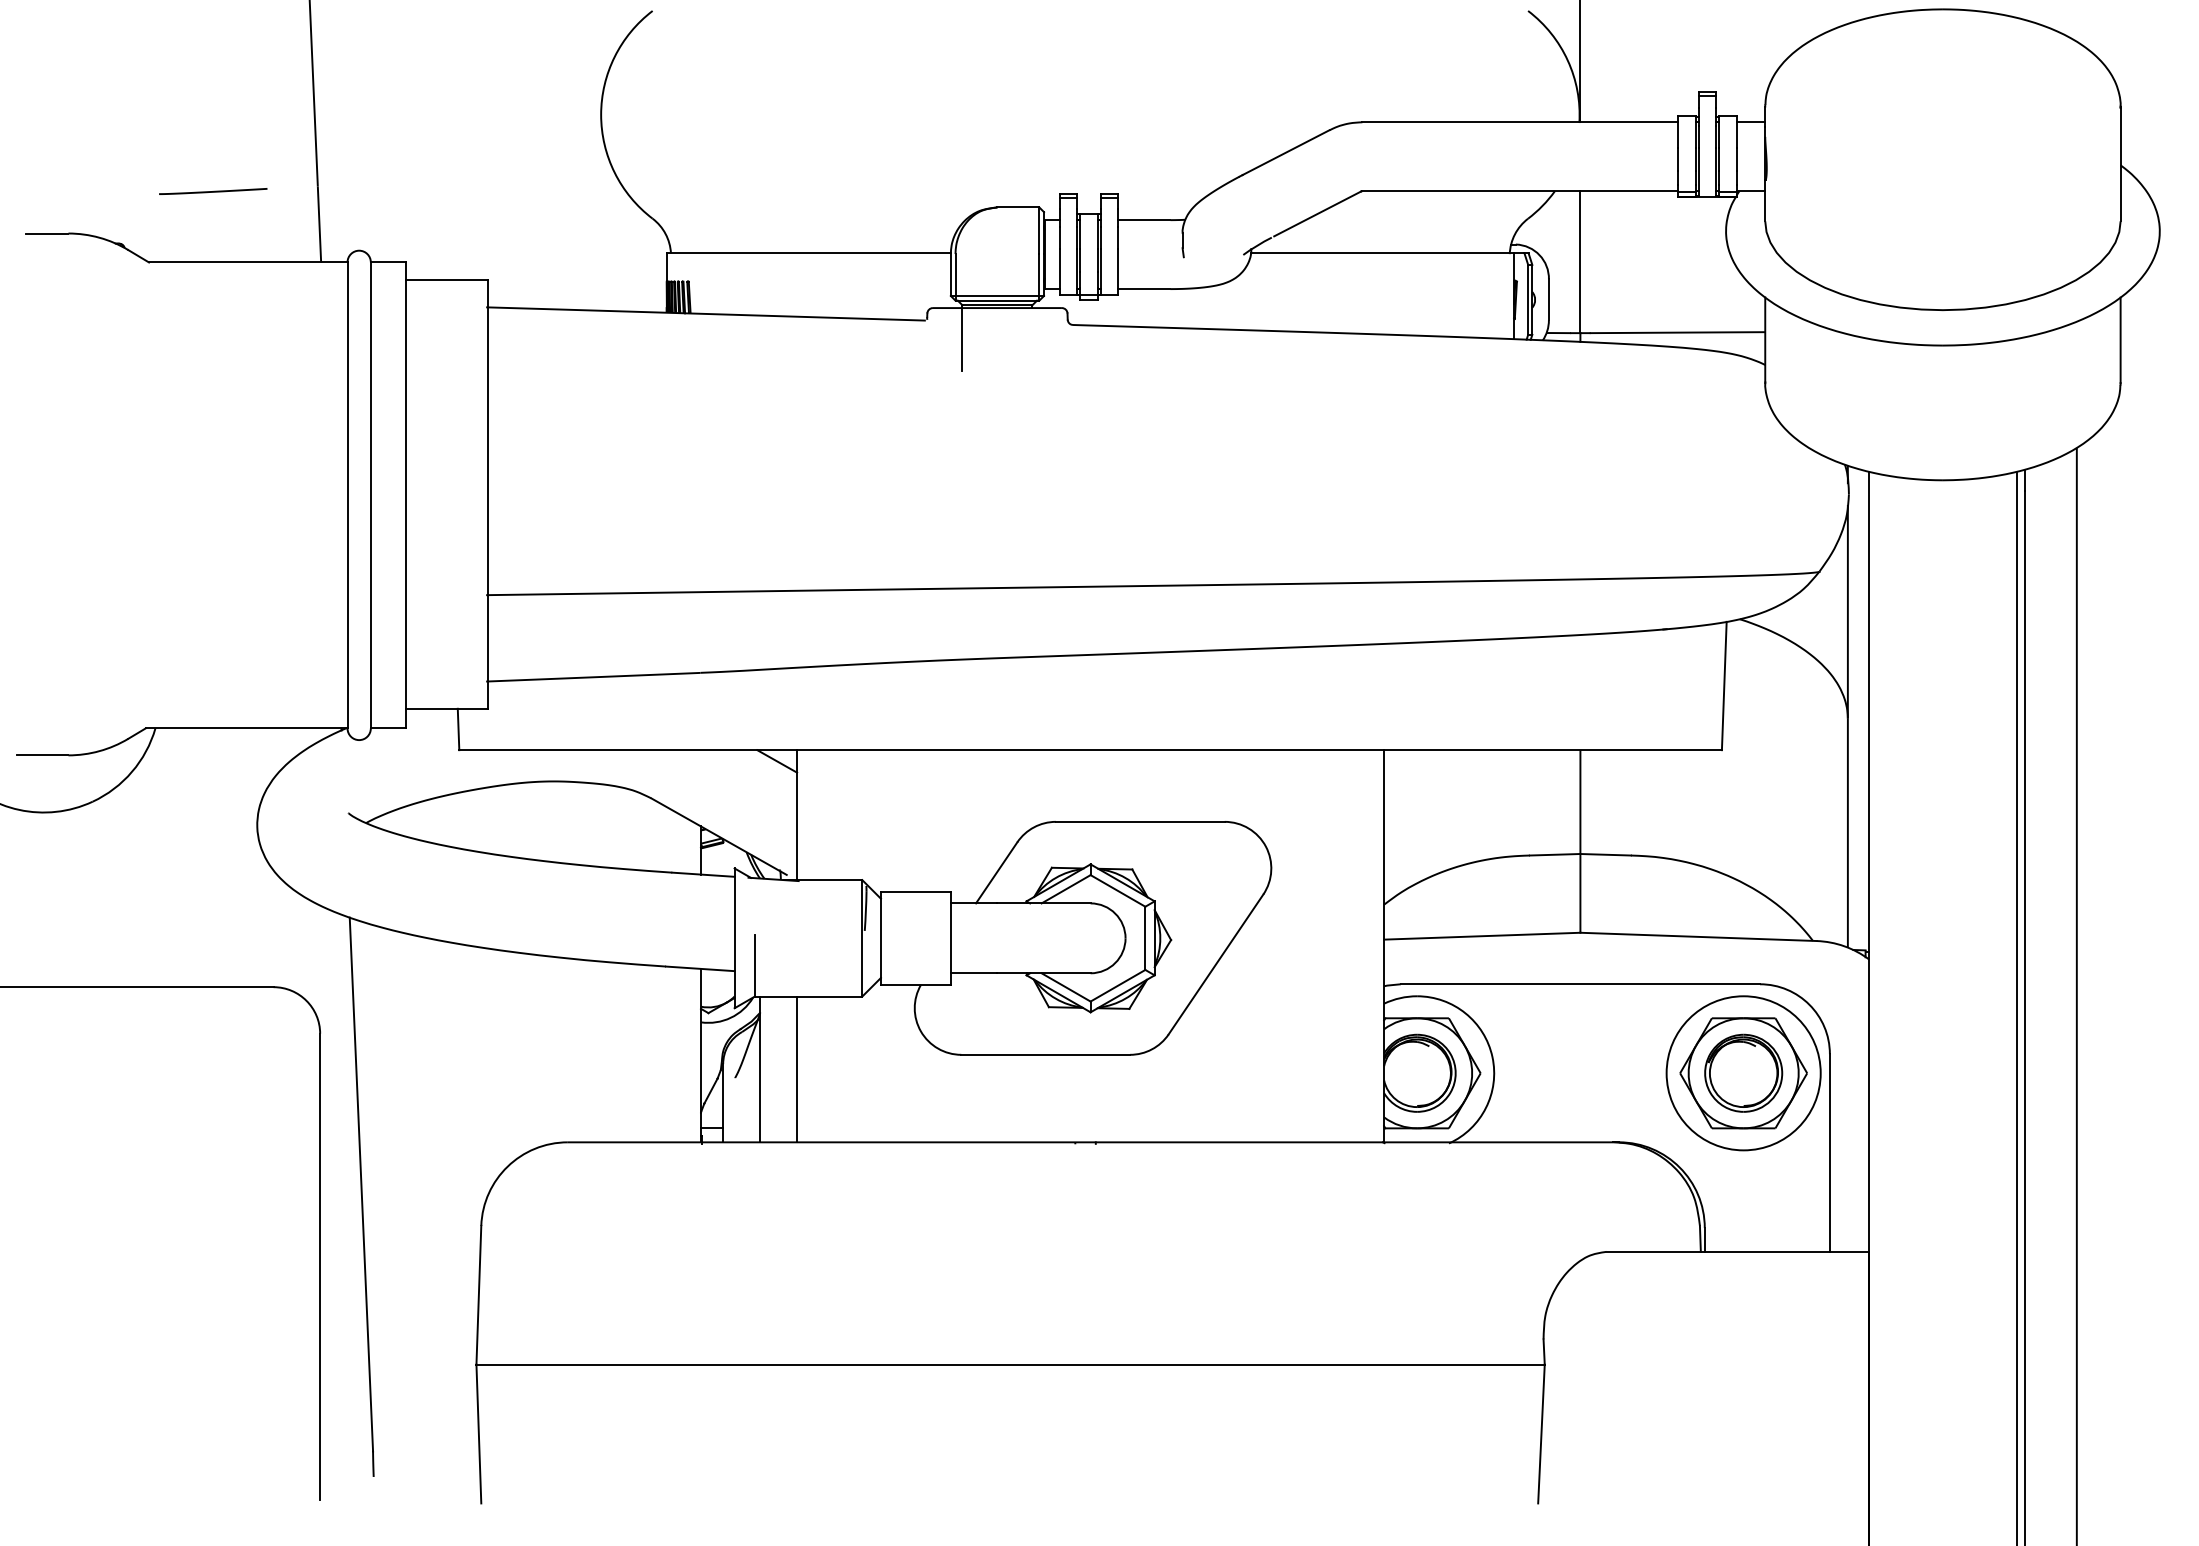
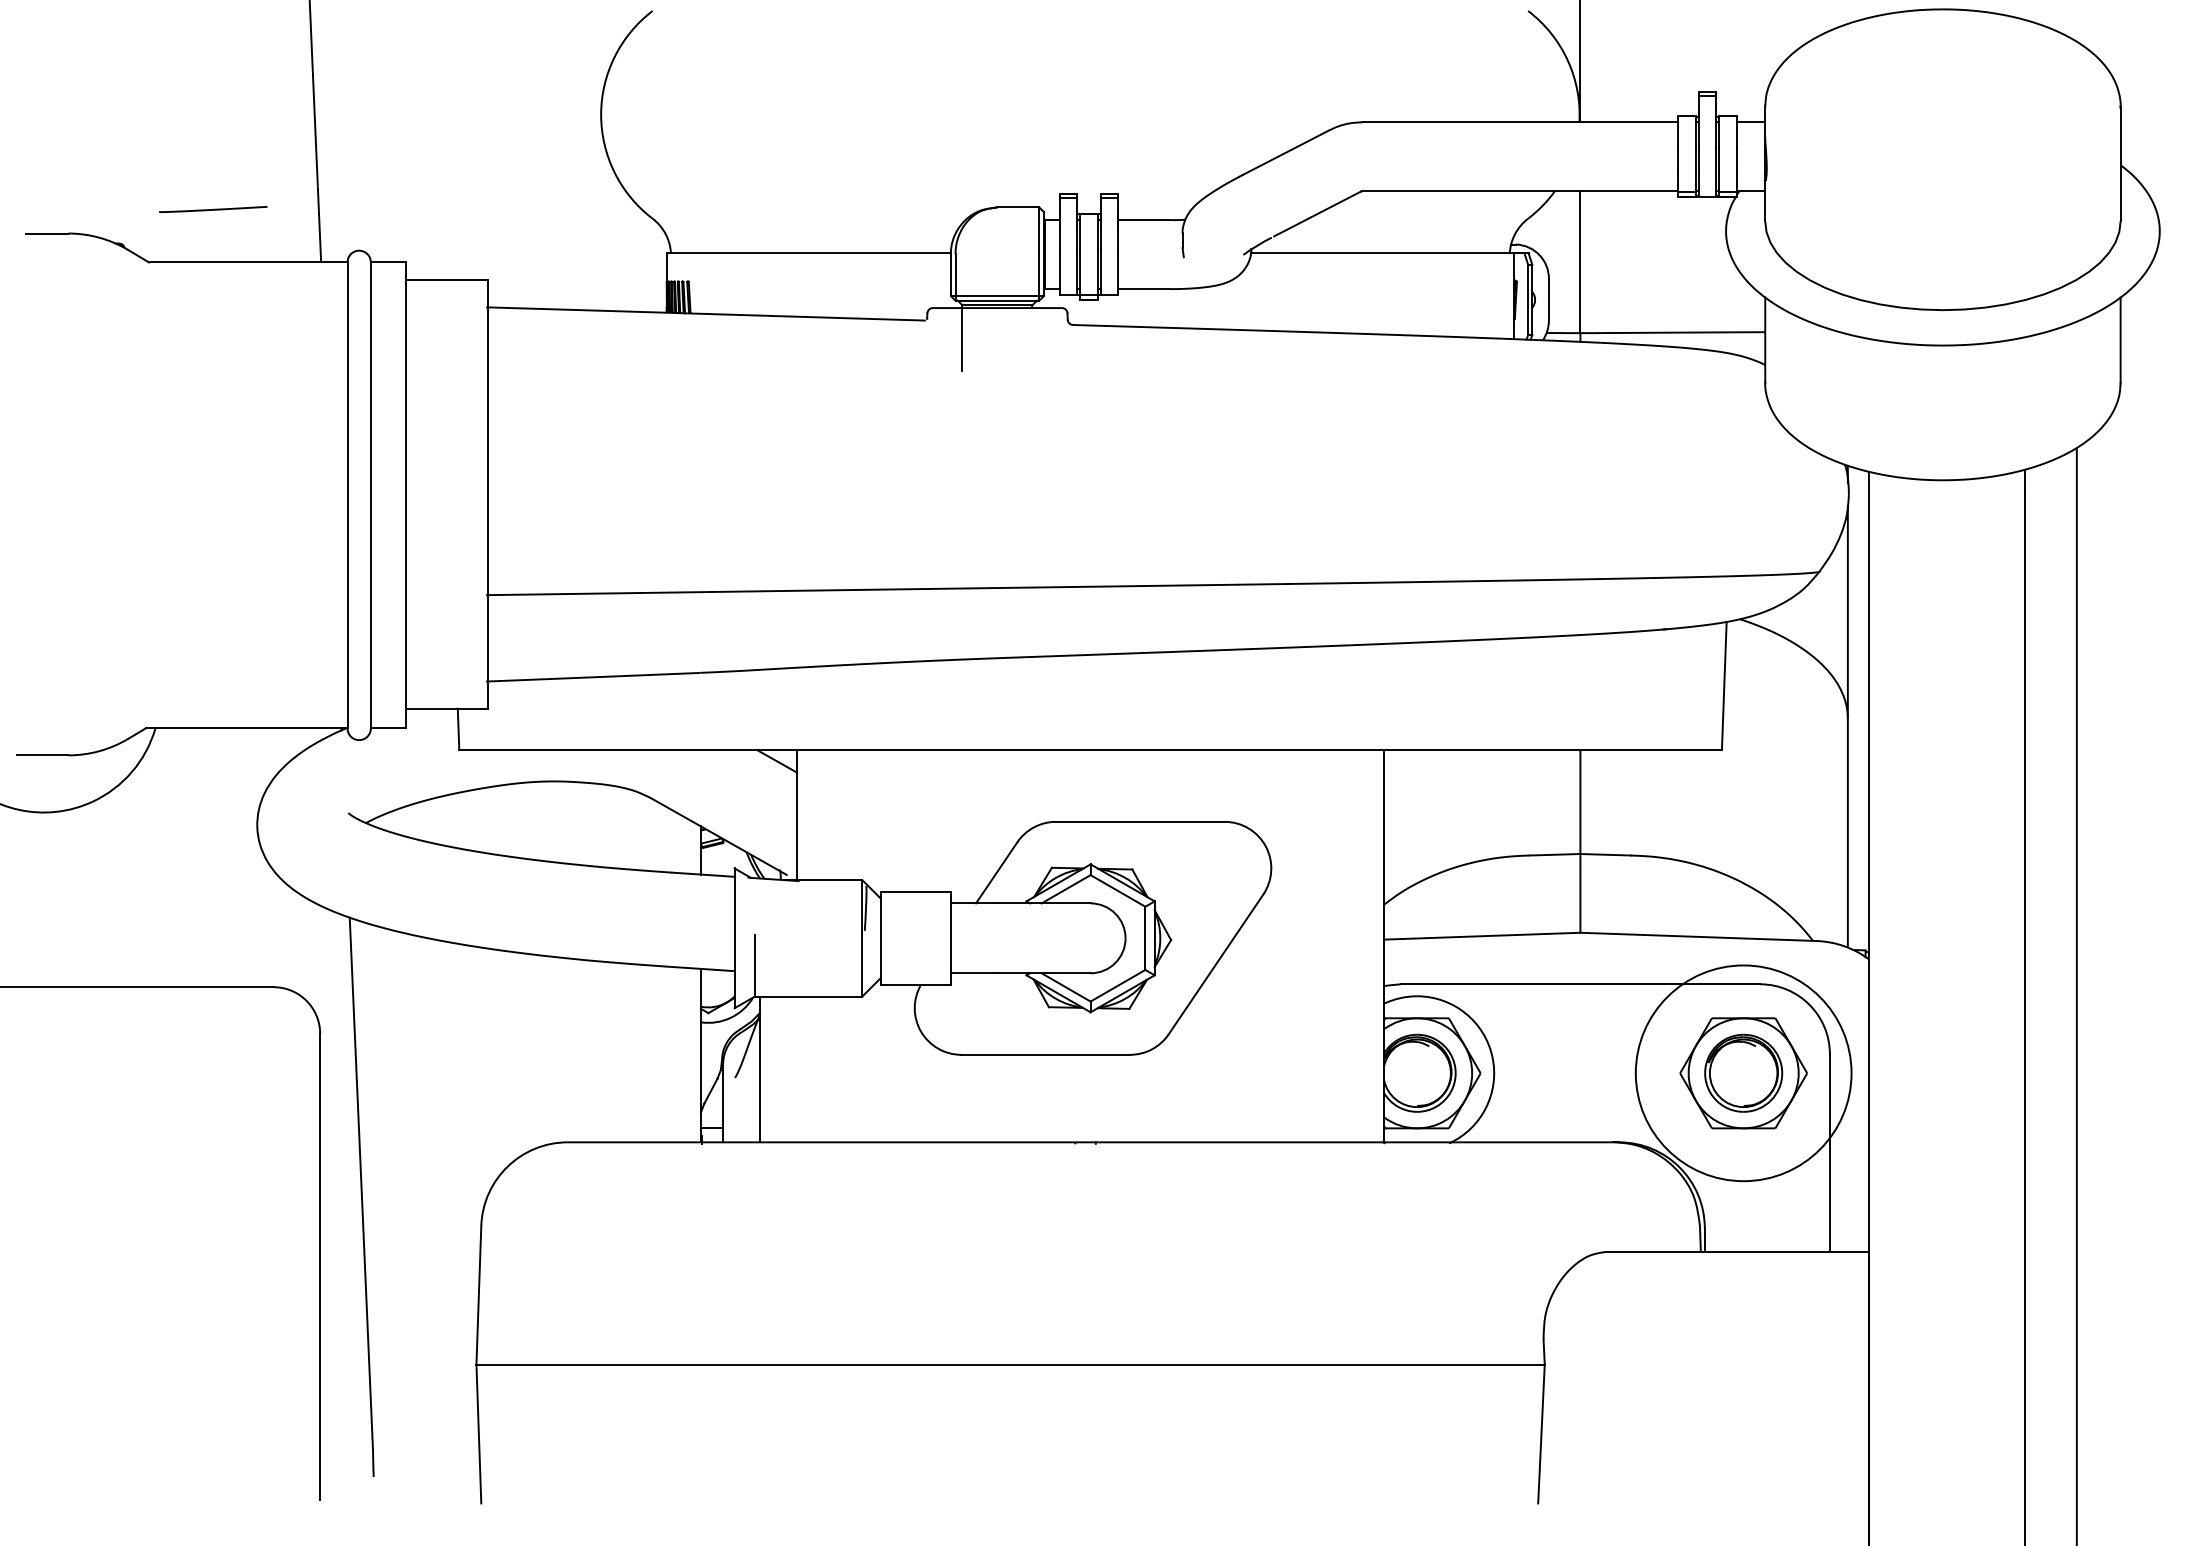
line at (213, 191) position: (213, 191) -> (213, 209)
line at (2016, 1006): present -> none
line at (797, 1069): present -> none
circle at (1743, 1073) diameter: 154 px -> 216 px
